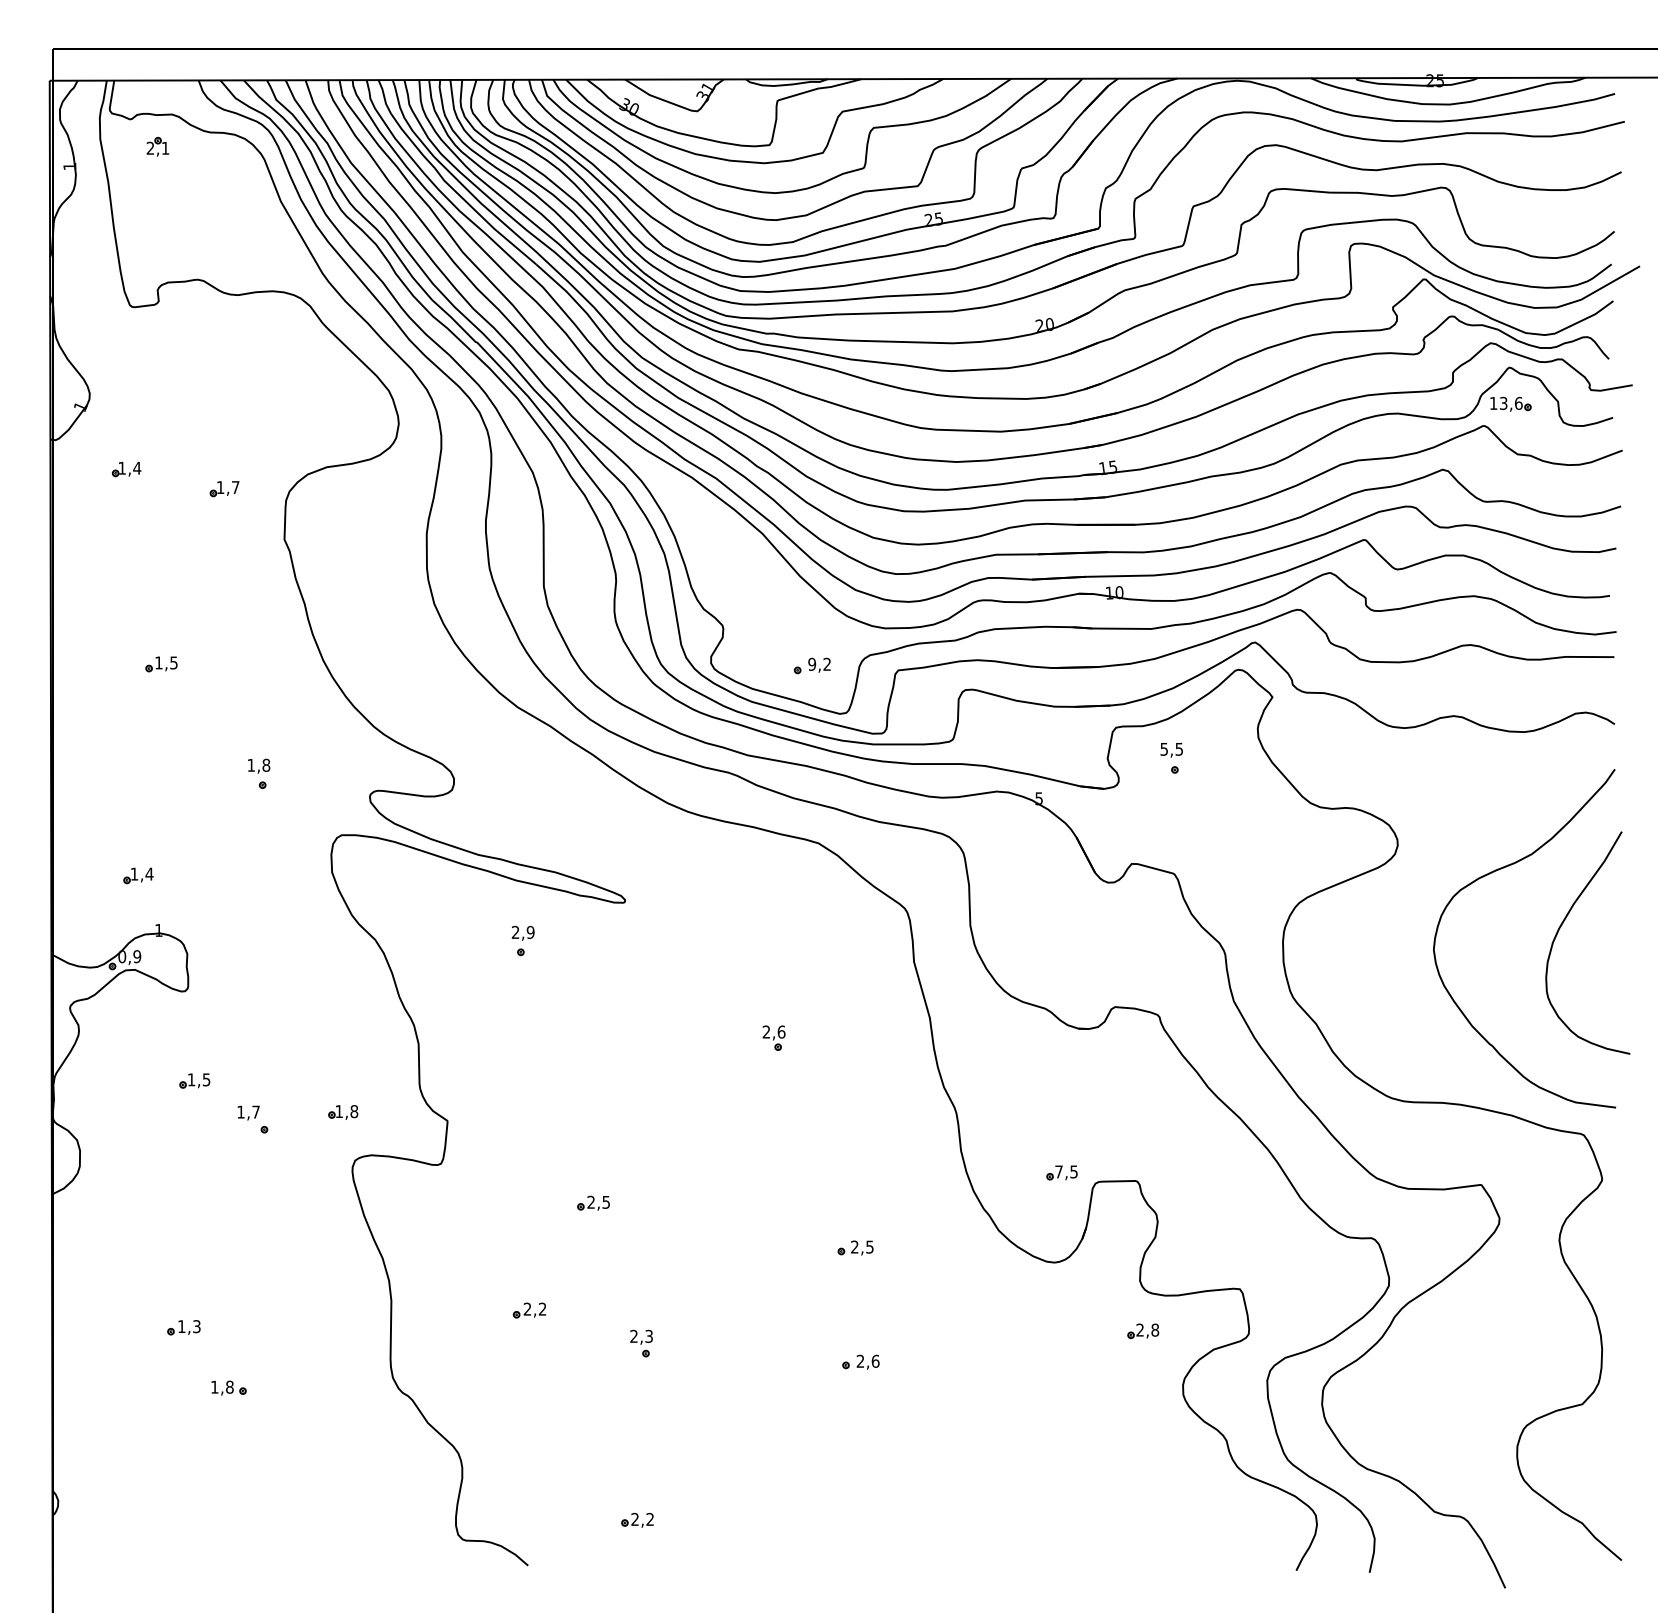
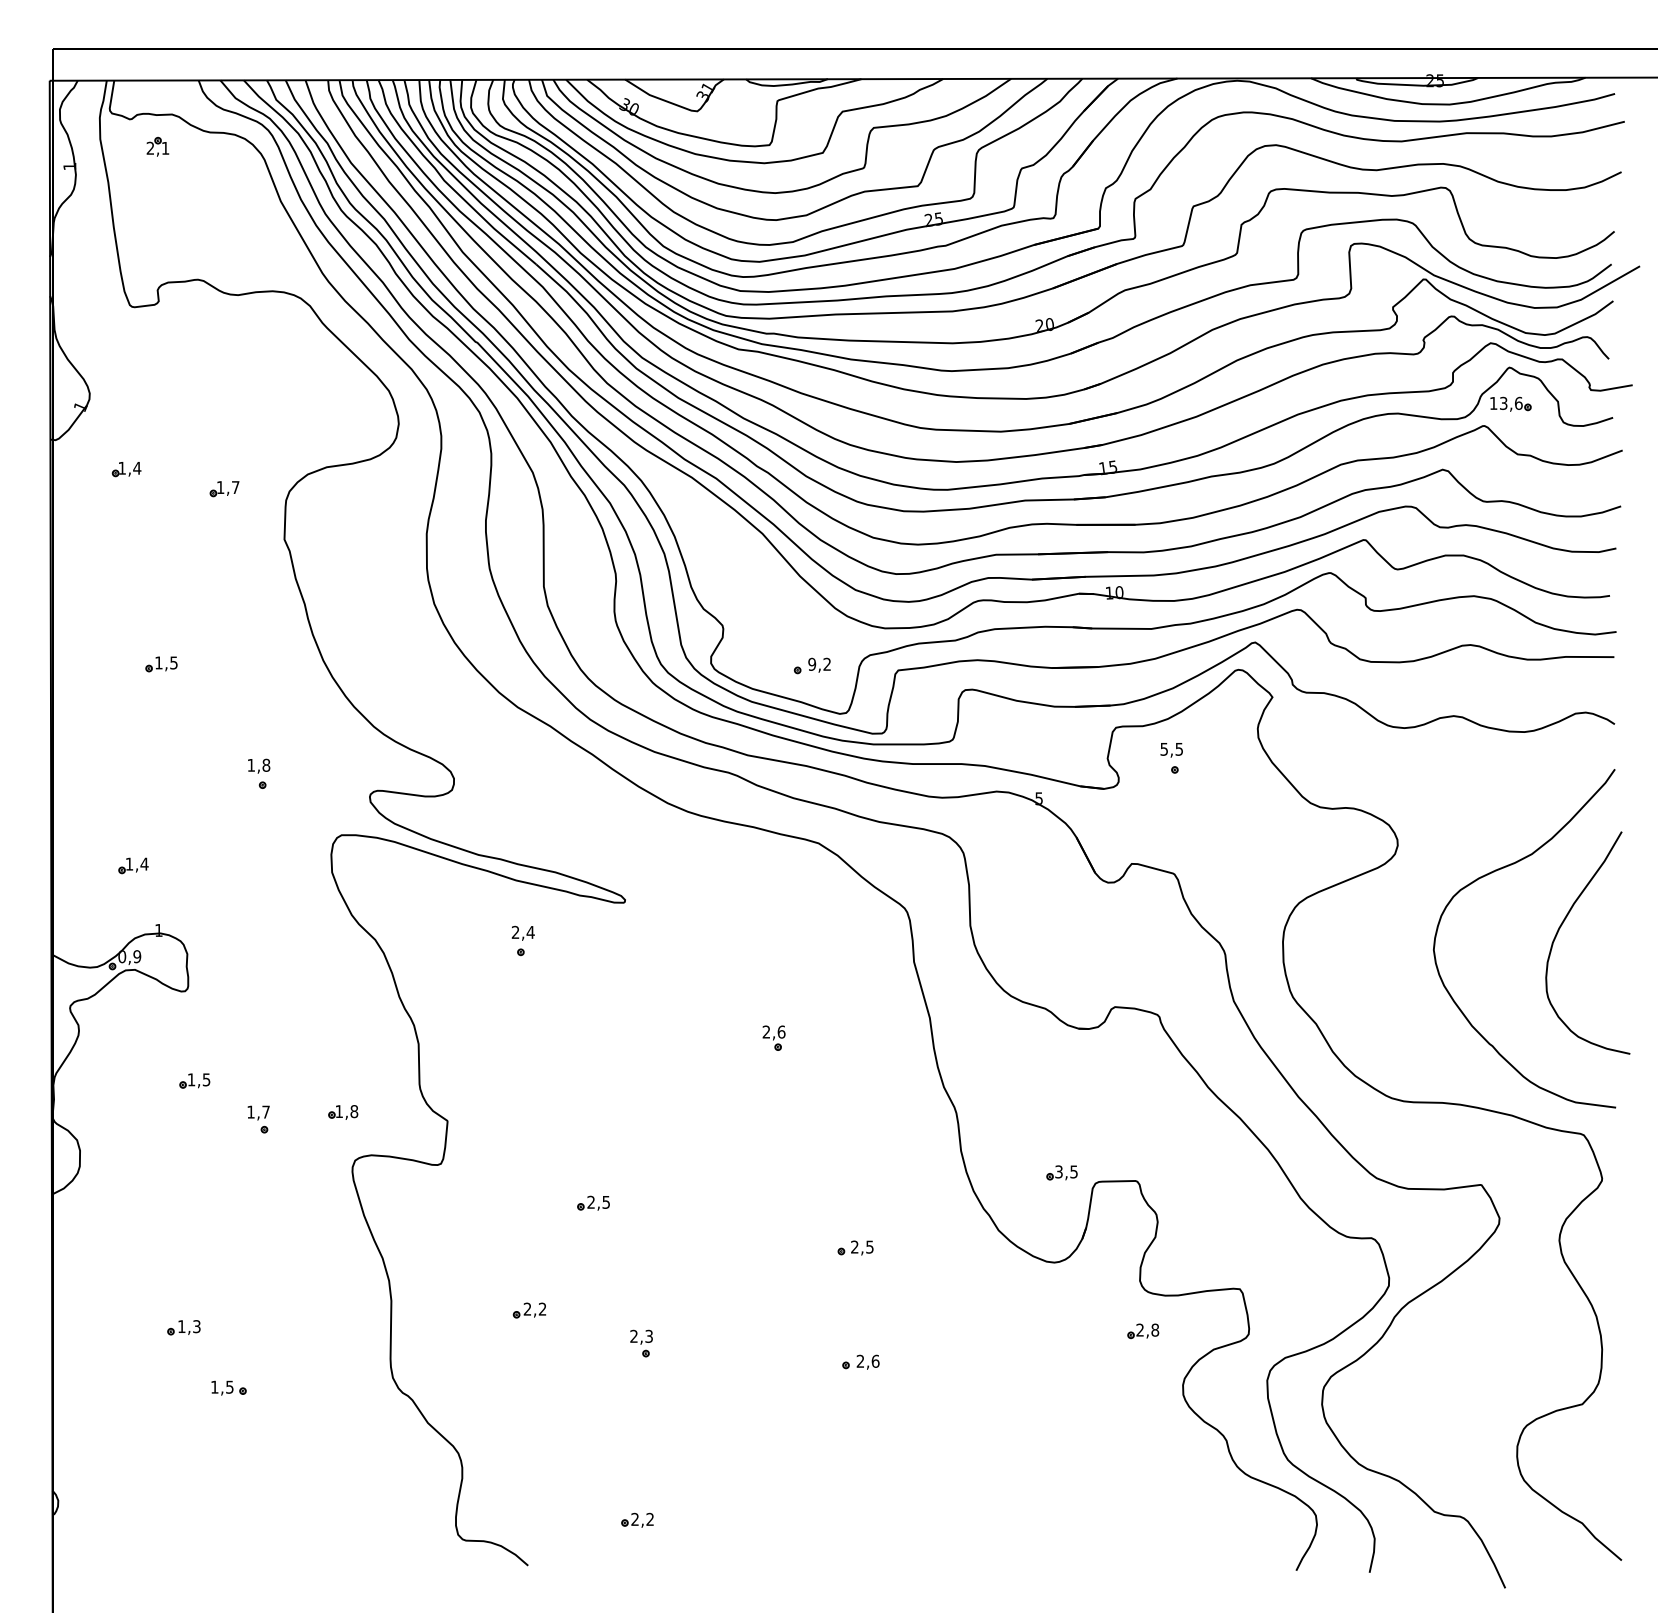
part at (138, 875) position: (138, 875) -> (133, 865)
text at (530, 931): 2,9 -> 2,4
text at (248, 1112) position: (248, 1112) -> (258, 1112)
text at (1058, 1171): 7,5 -> 3,5
text at (229, 1386): 1,8 -> 1,5
